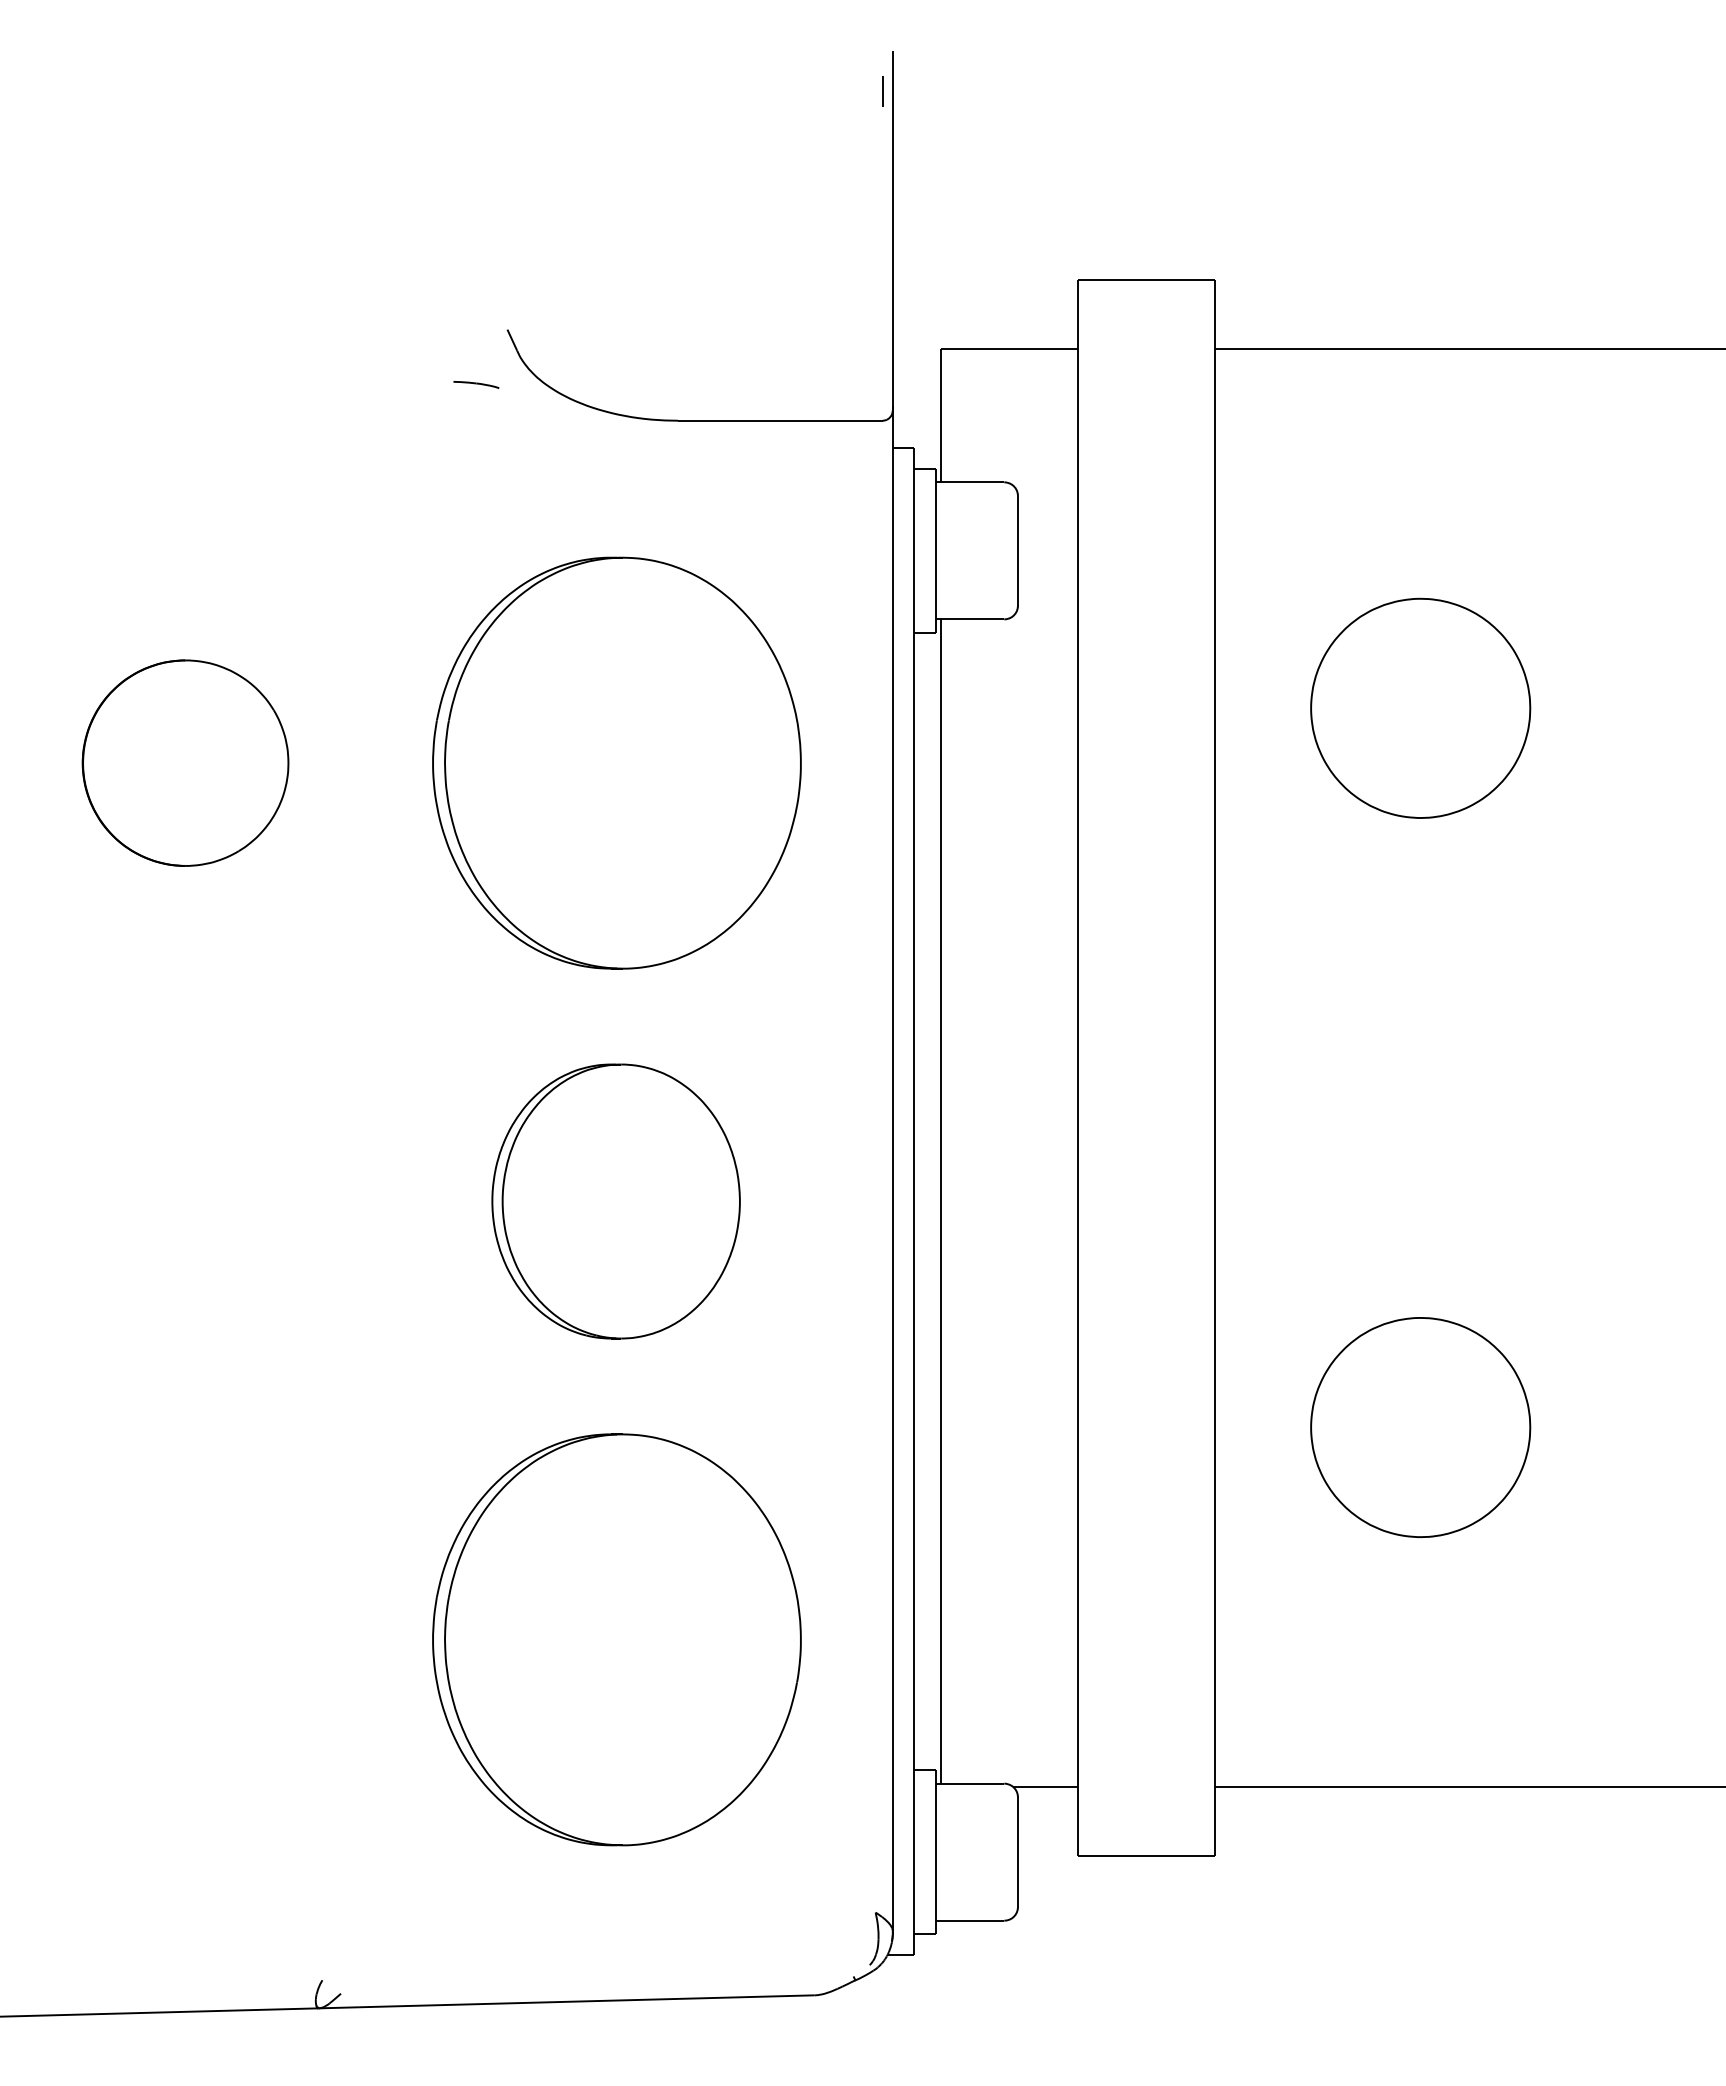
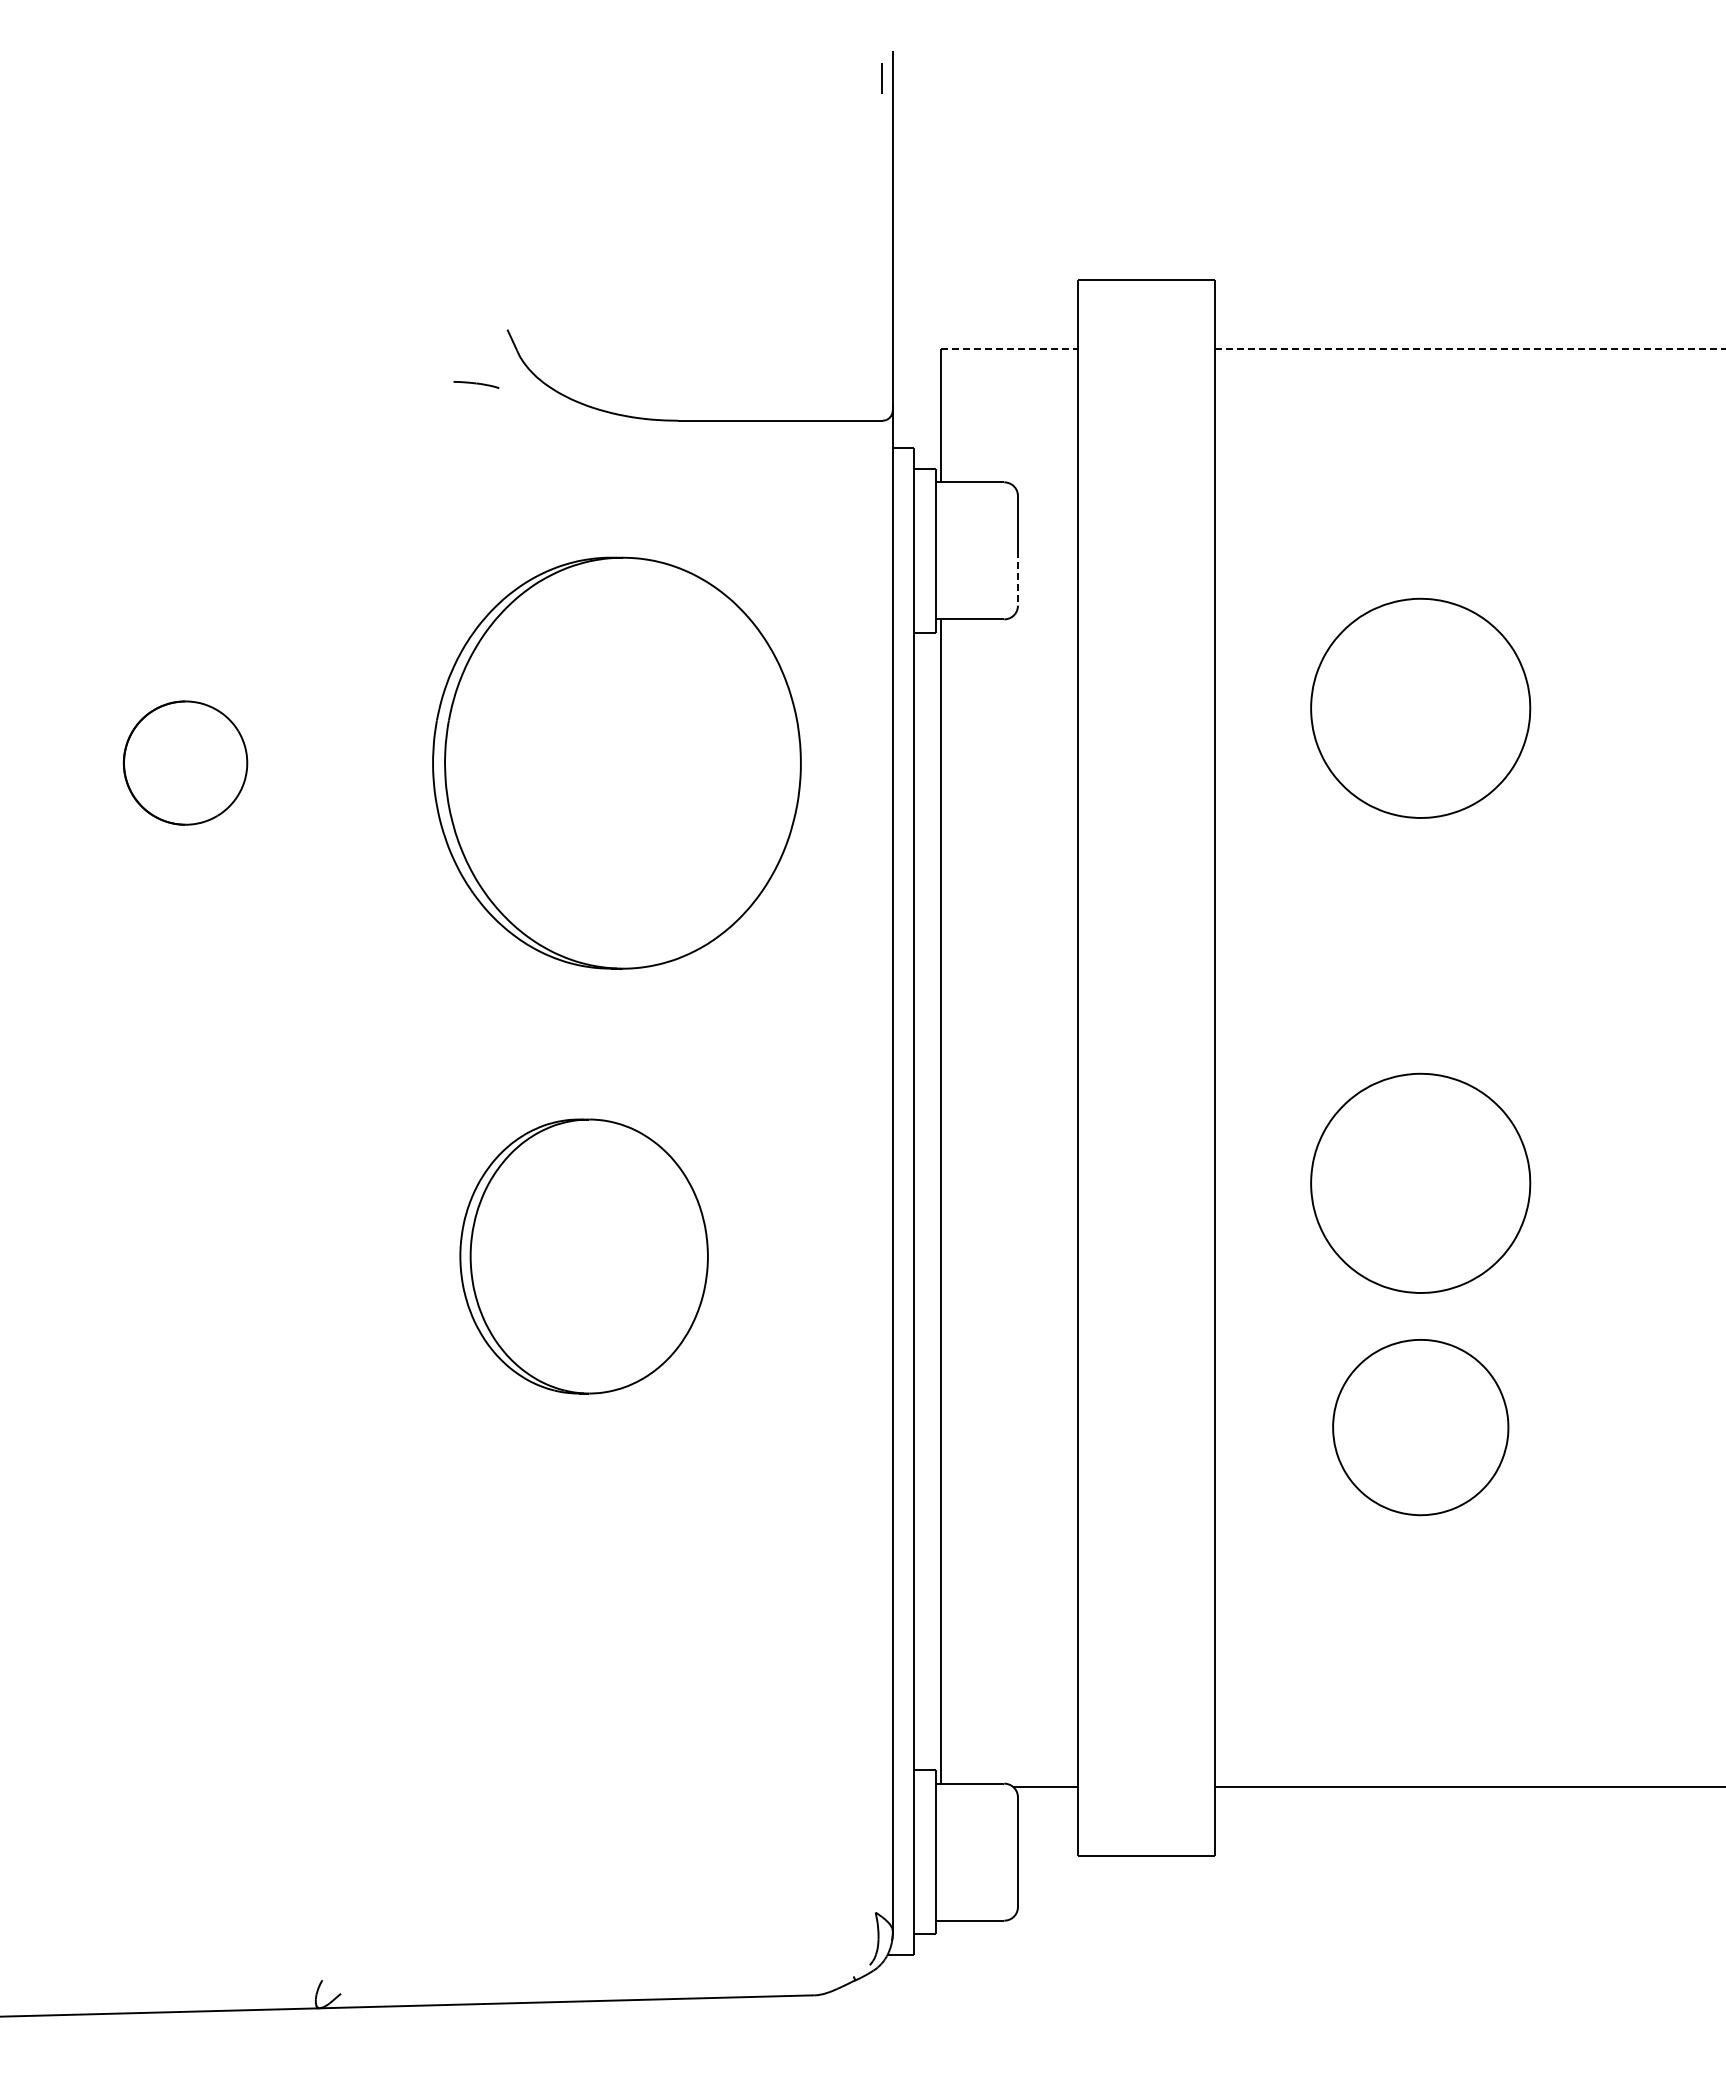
line at (882, 91) position: (882, 91) -> (881, 78)
line at (1010, 348): solid -> dashed
line at (1470, 348): solid -> dashed
line at (1017, 578): solid -> dashed
part at (185, 762) size: 209x208 px -> 127x126 px
part at (1420, 1182): none -> present
part at (615, 1201) position: (615, 1201) -> (583, 1256)
part at (1420, 1427) size: 222x221 px -> 178x178 px
part at (616, 1639): present -> none
